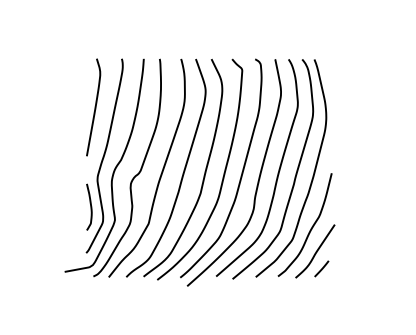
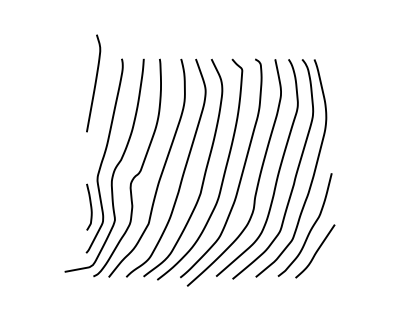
curve at (94, 107) position: (94, 107) -> (94, 83)
line at (321, 268): present -> none
